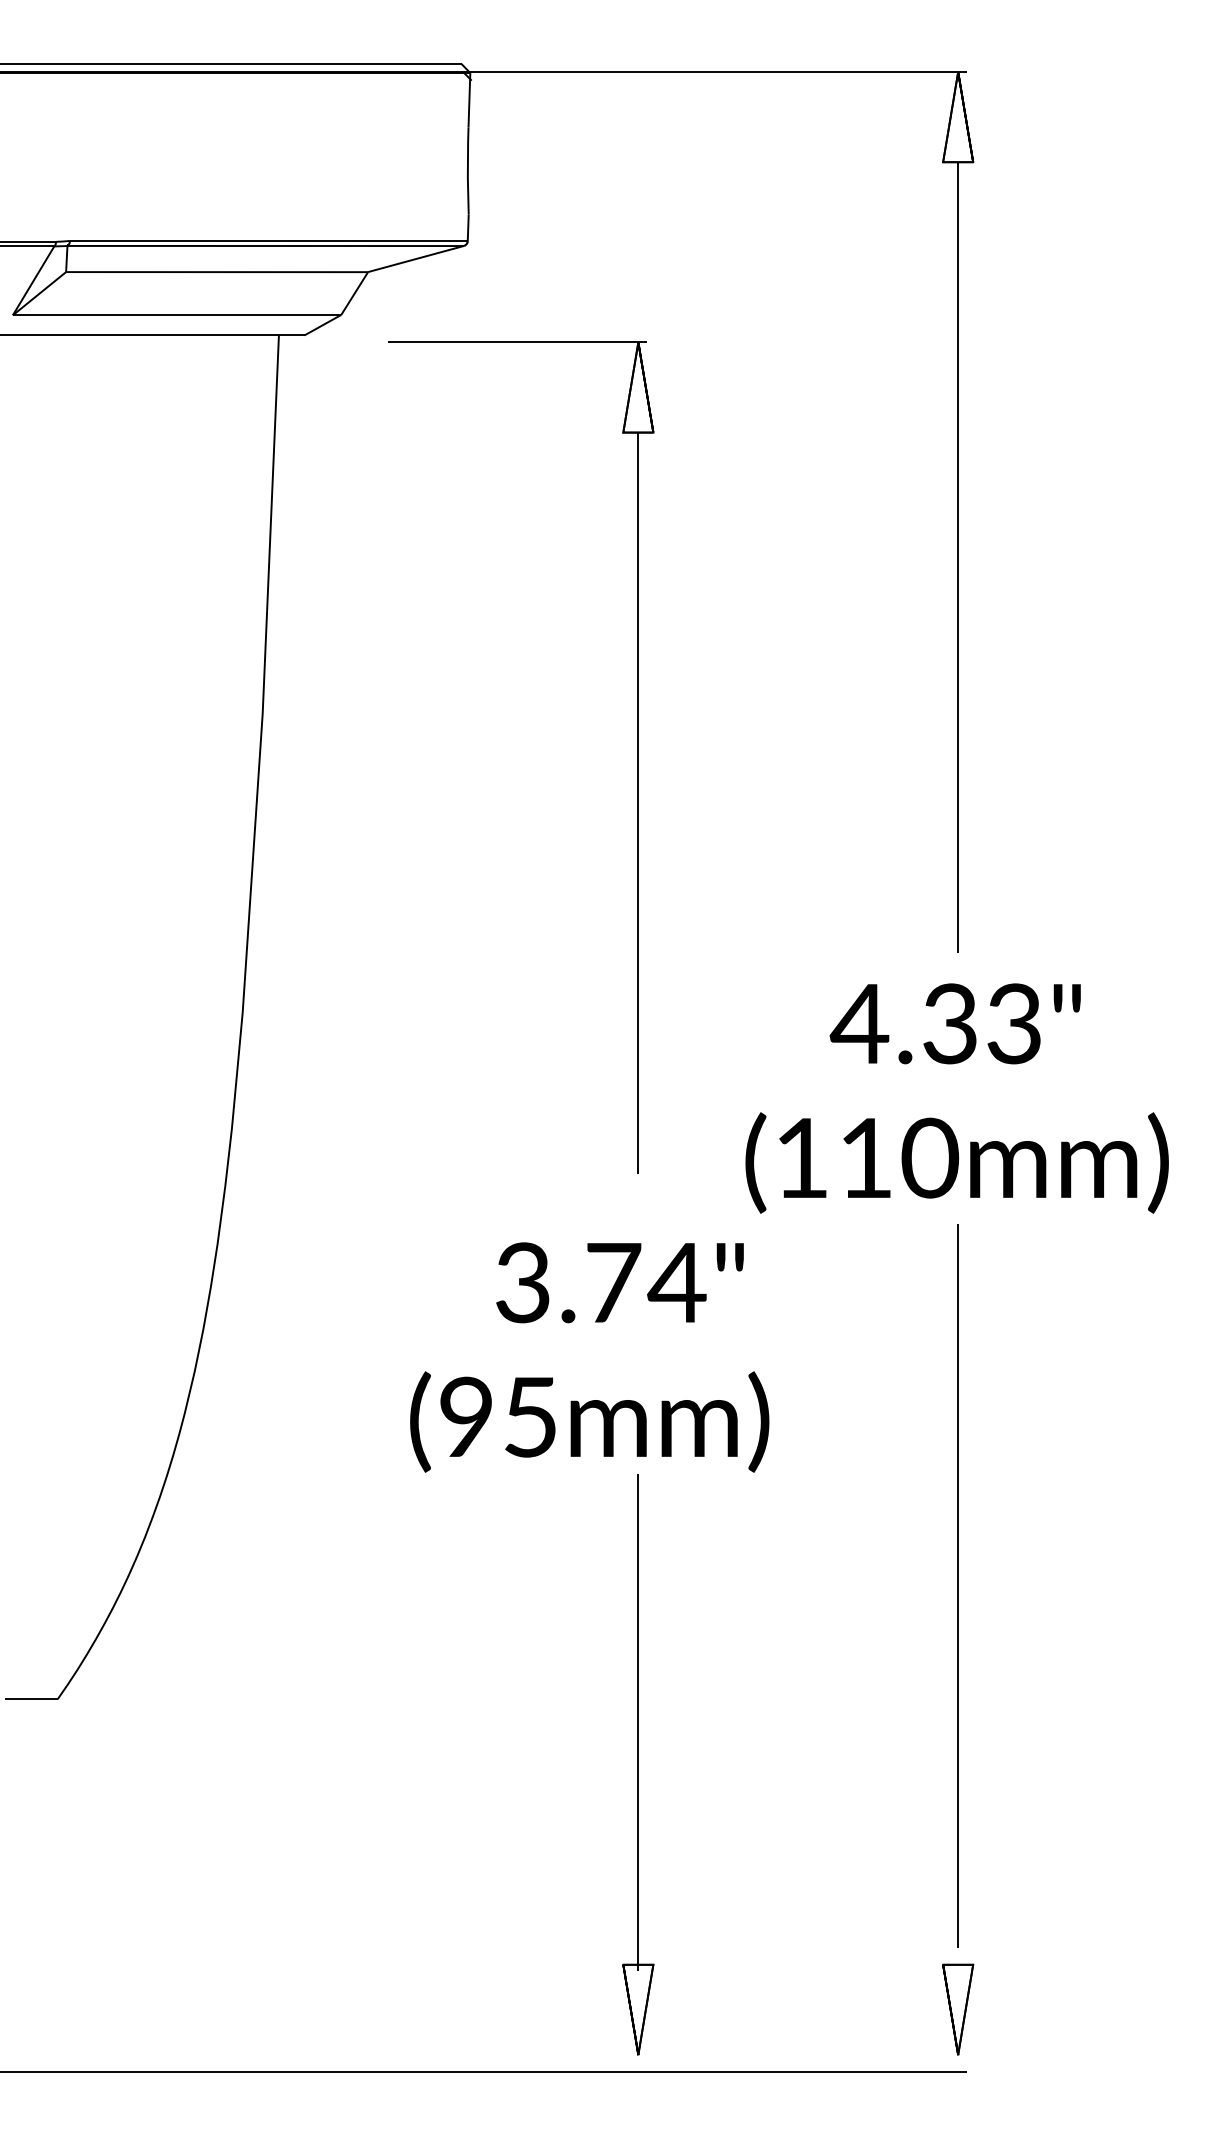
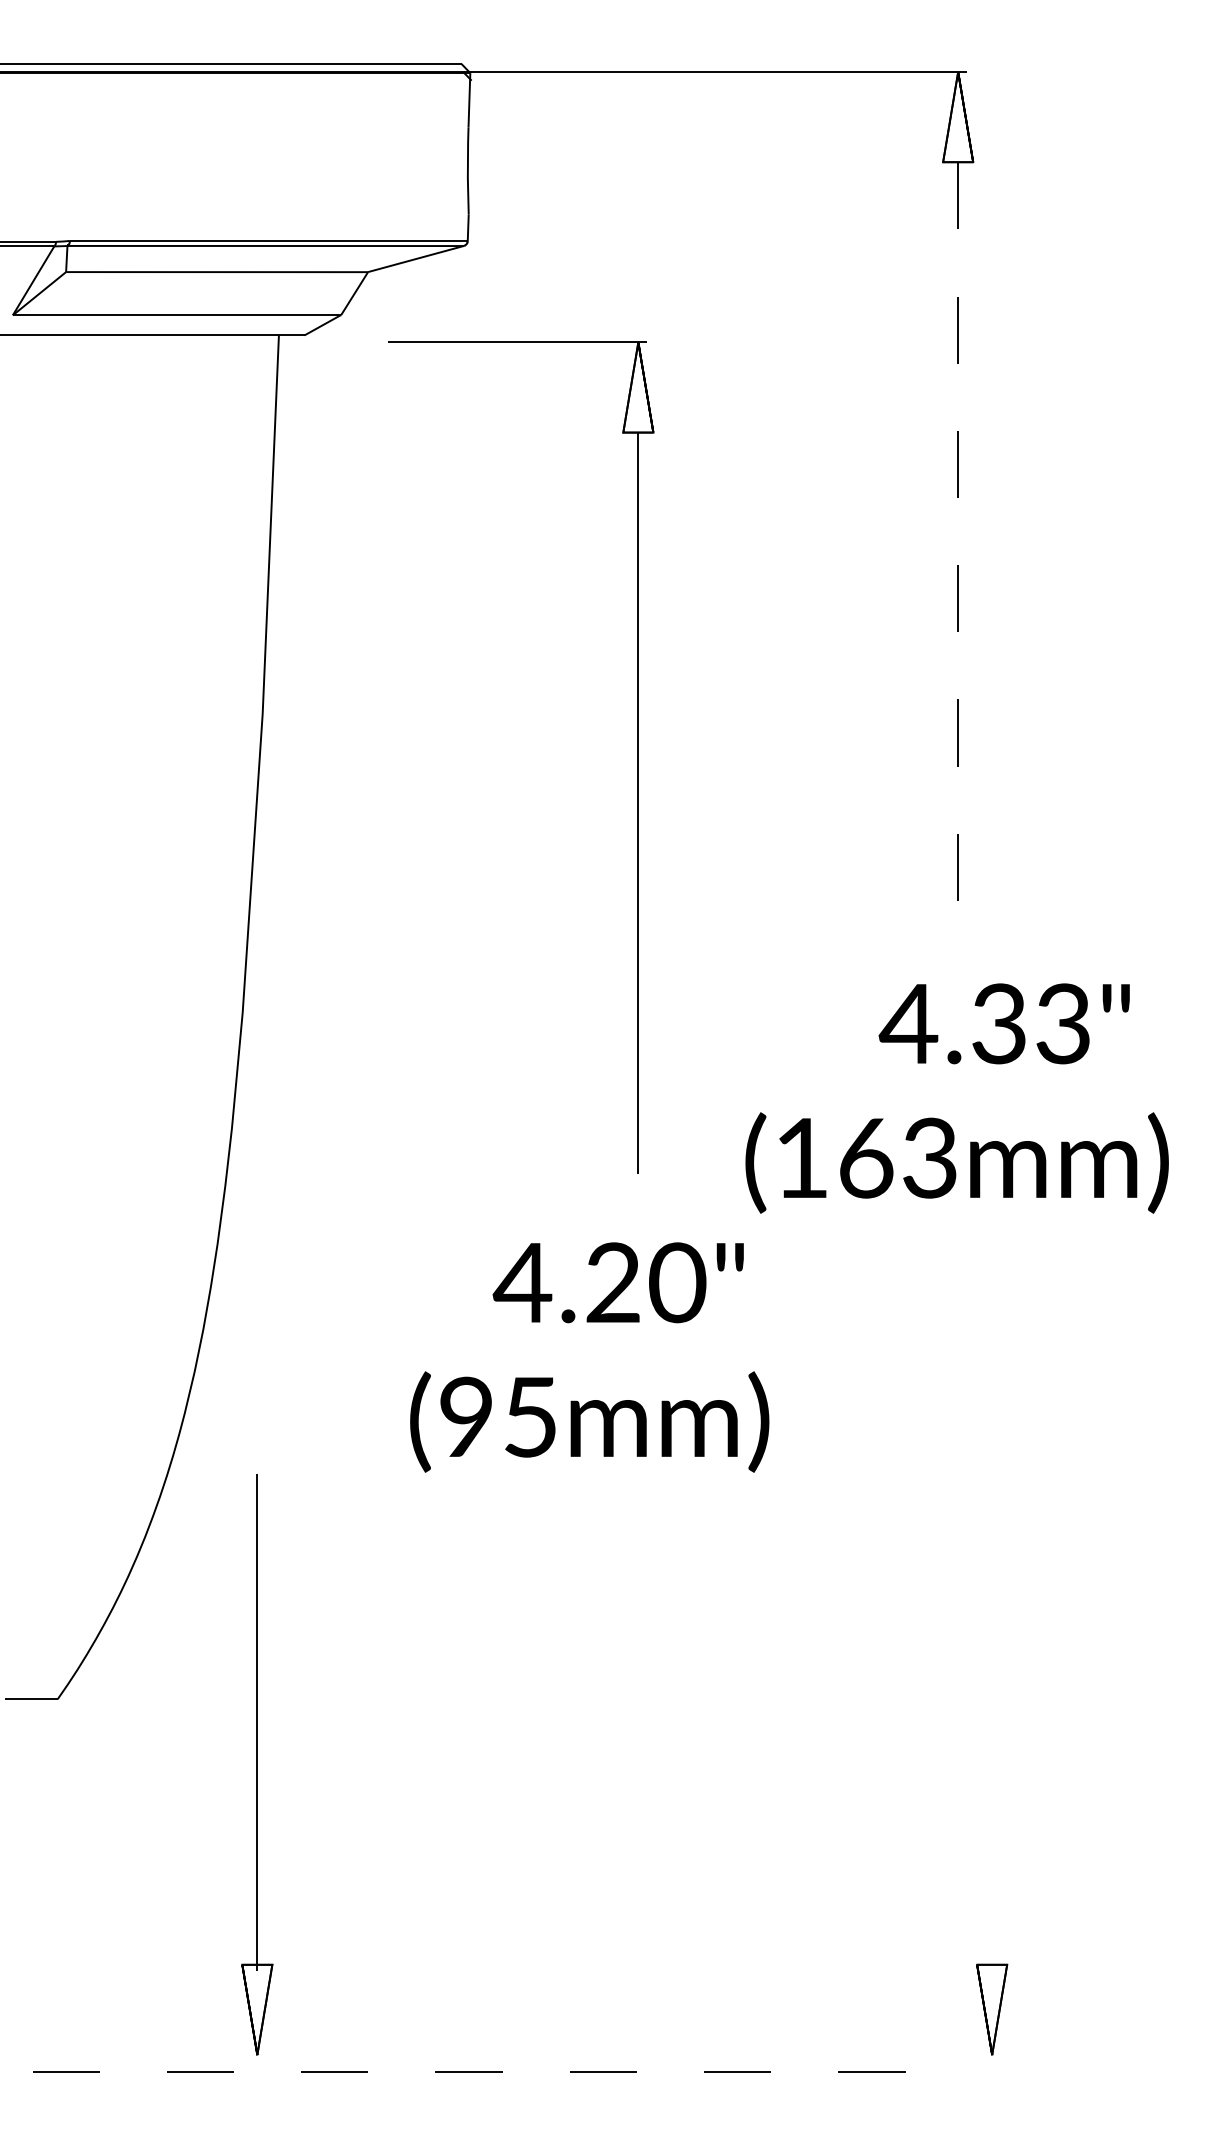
line at (958, 558): solid -> dashed
text at (954, 1023) position: (954, 1023) -> (1003, 1023)
text at (899, 1157): (110mm) -> (163mm)
text at (599, 1282): 3.74" -> 4.20"
line at (957, 1585): present -> none
part at (638, 1764) position: (638, 1764) -> (257, 1764)
part at (958, 2009) position: (958, 2009) -> (992, 2009)
line at (484, 2071): solid -> dashed
